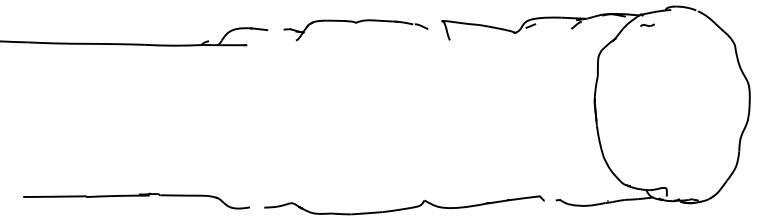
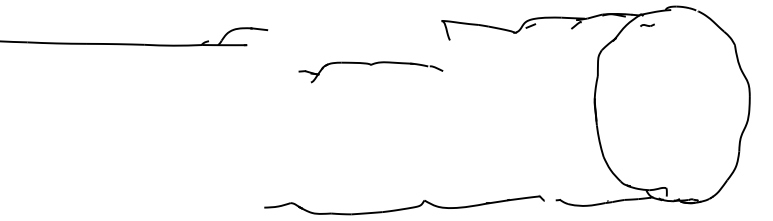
part at (355, 23) position: (355, 23) -> (370, 65)
part at (136, 200): present -> none
